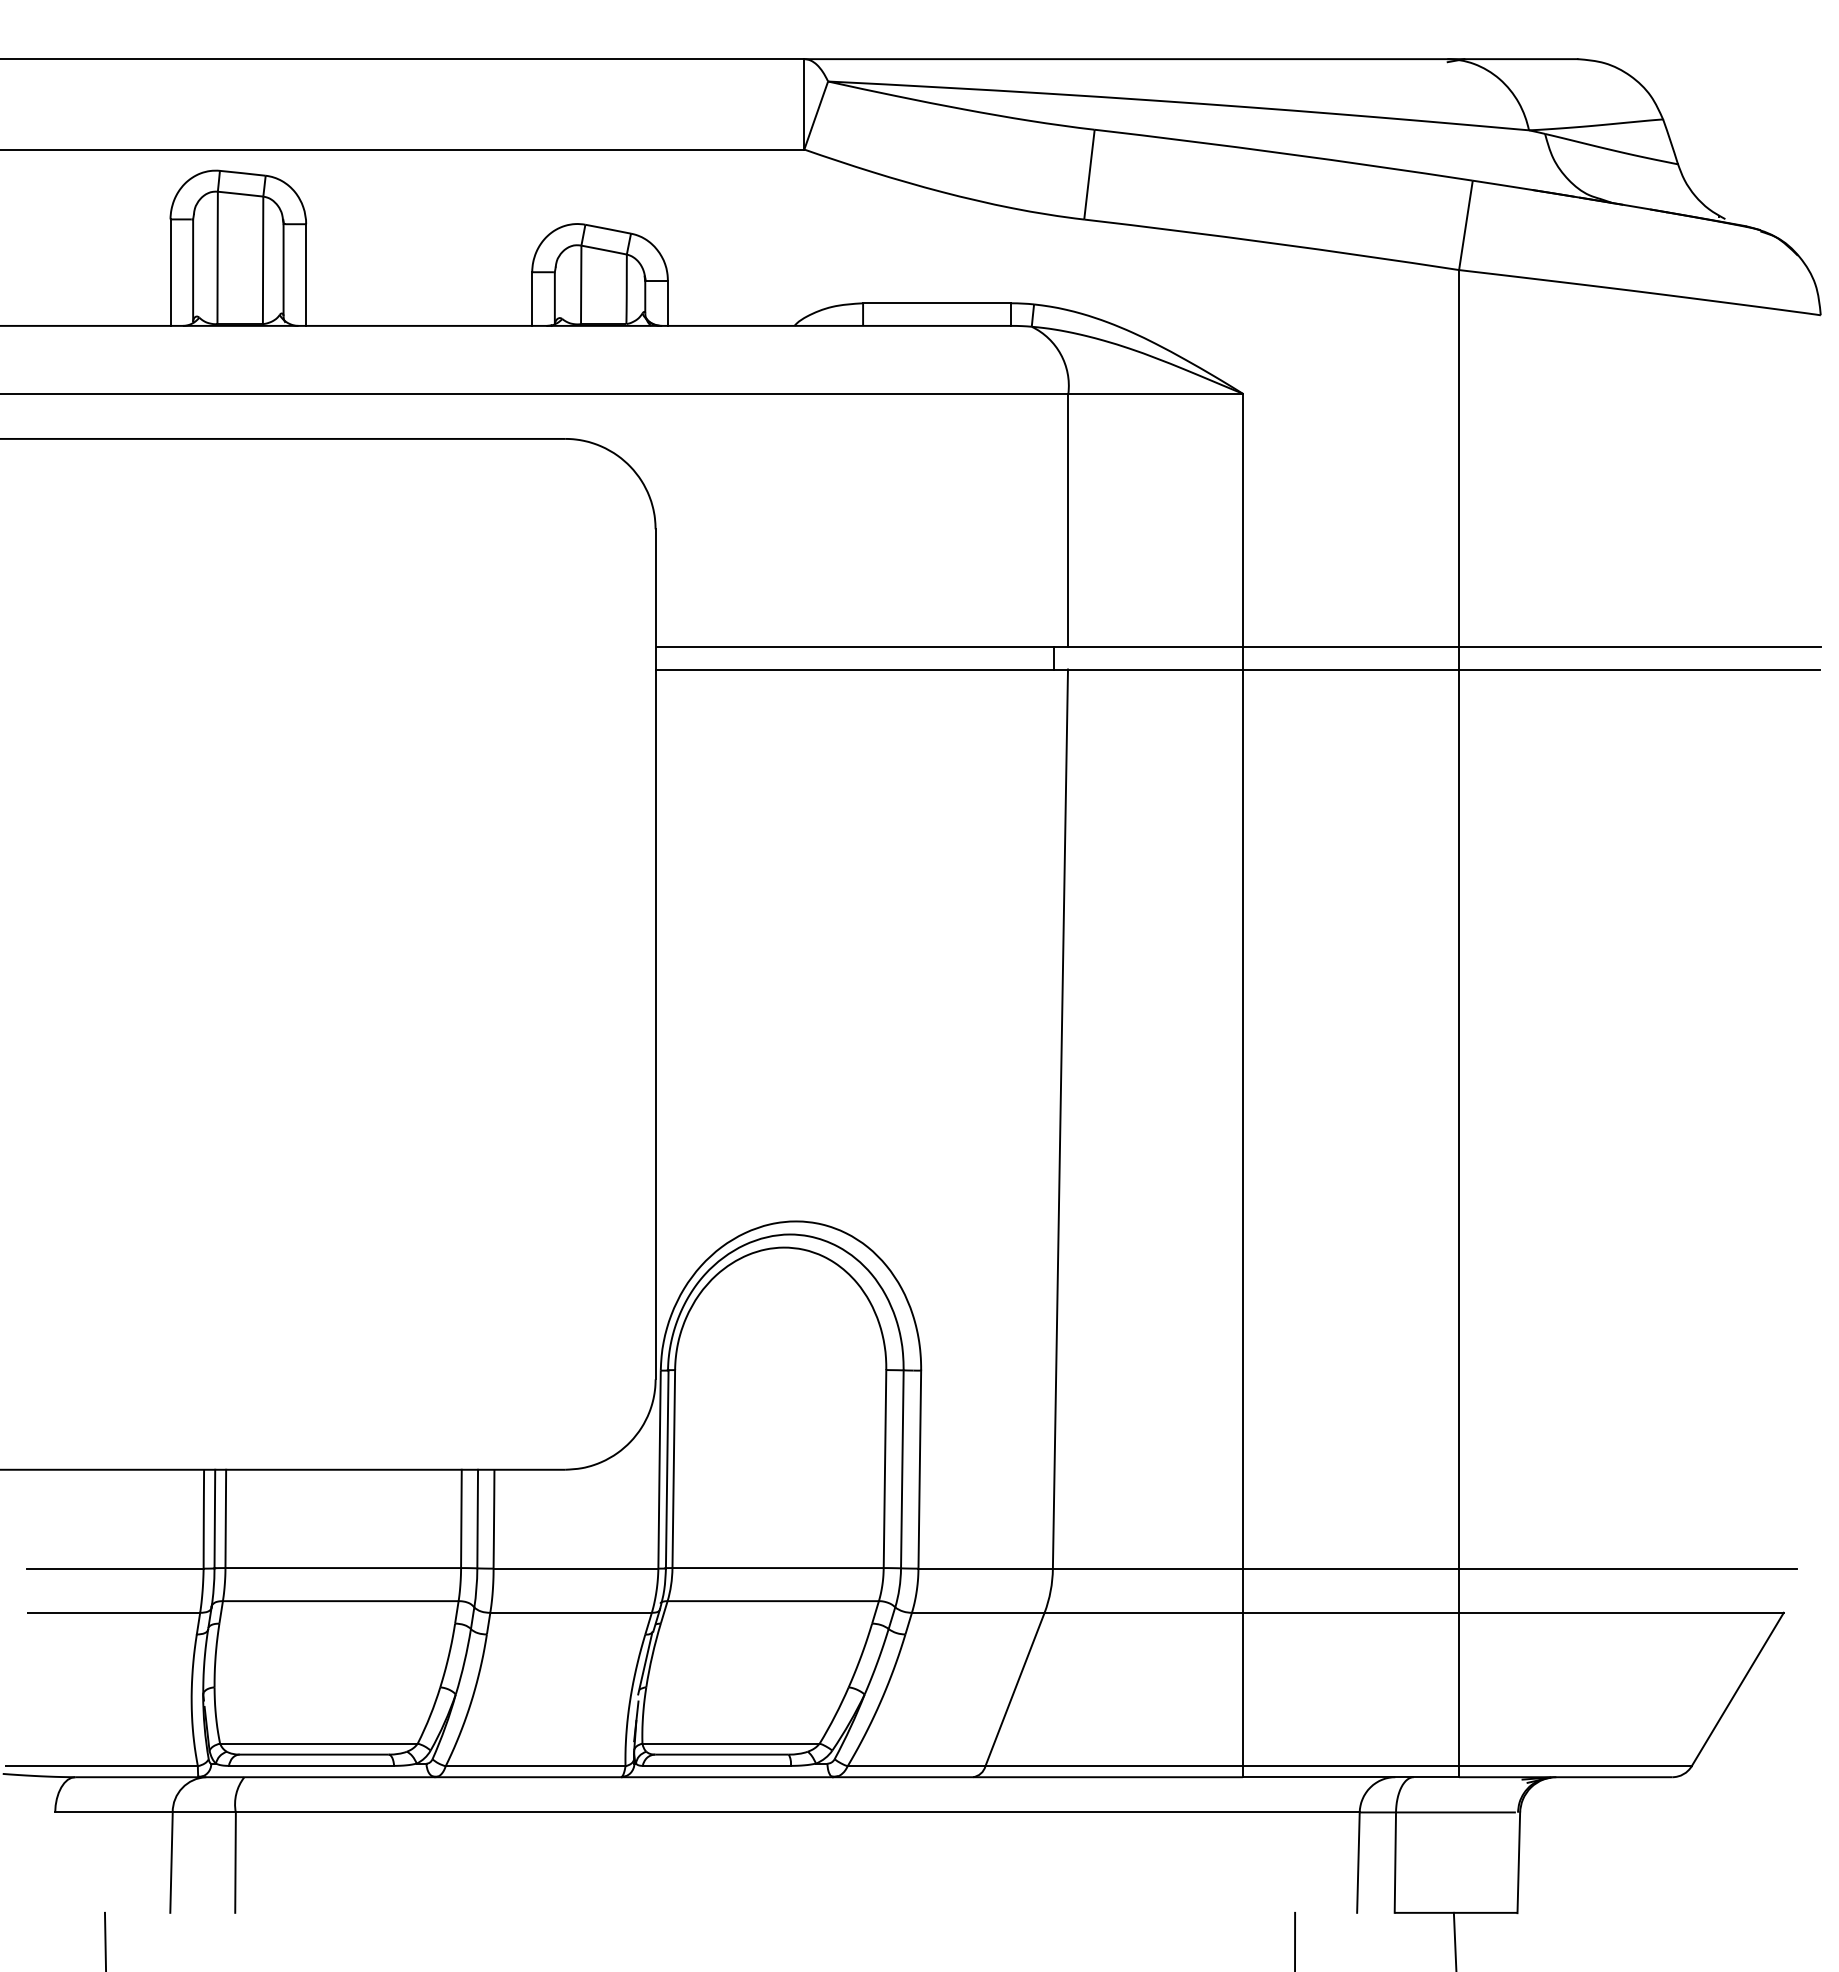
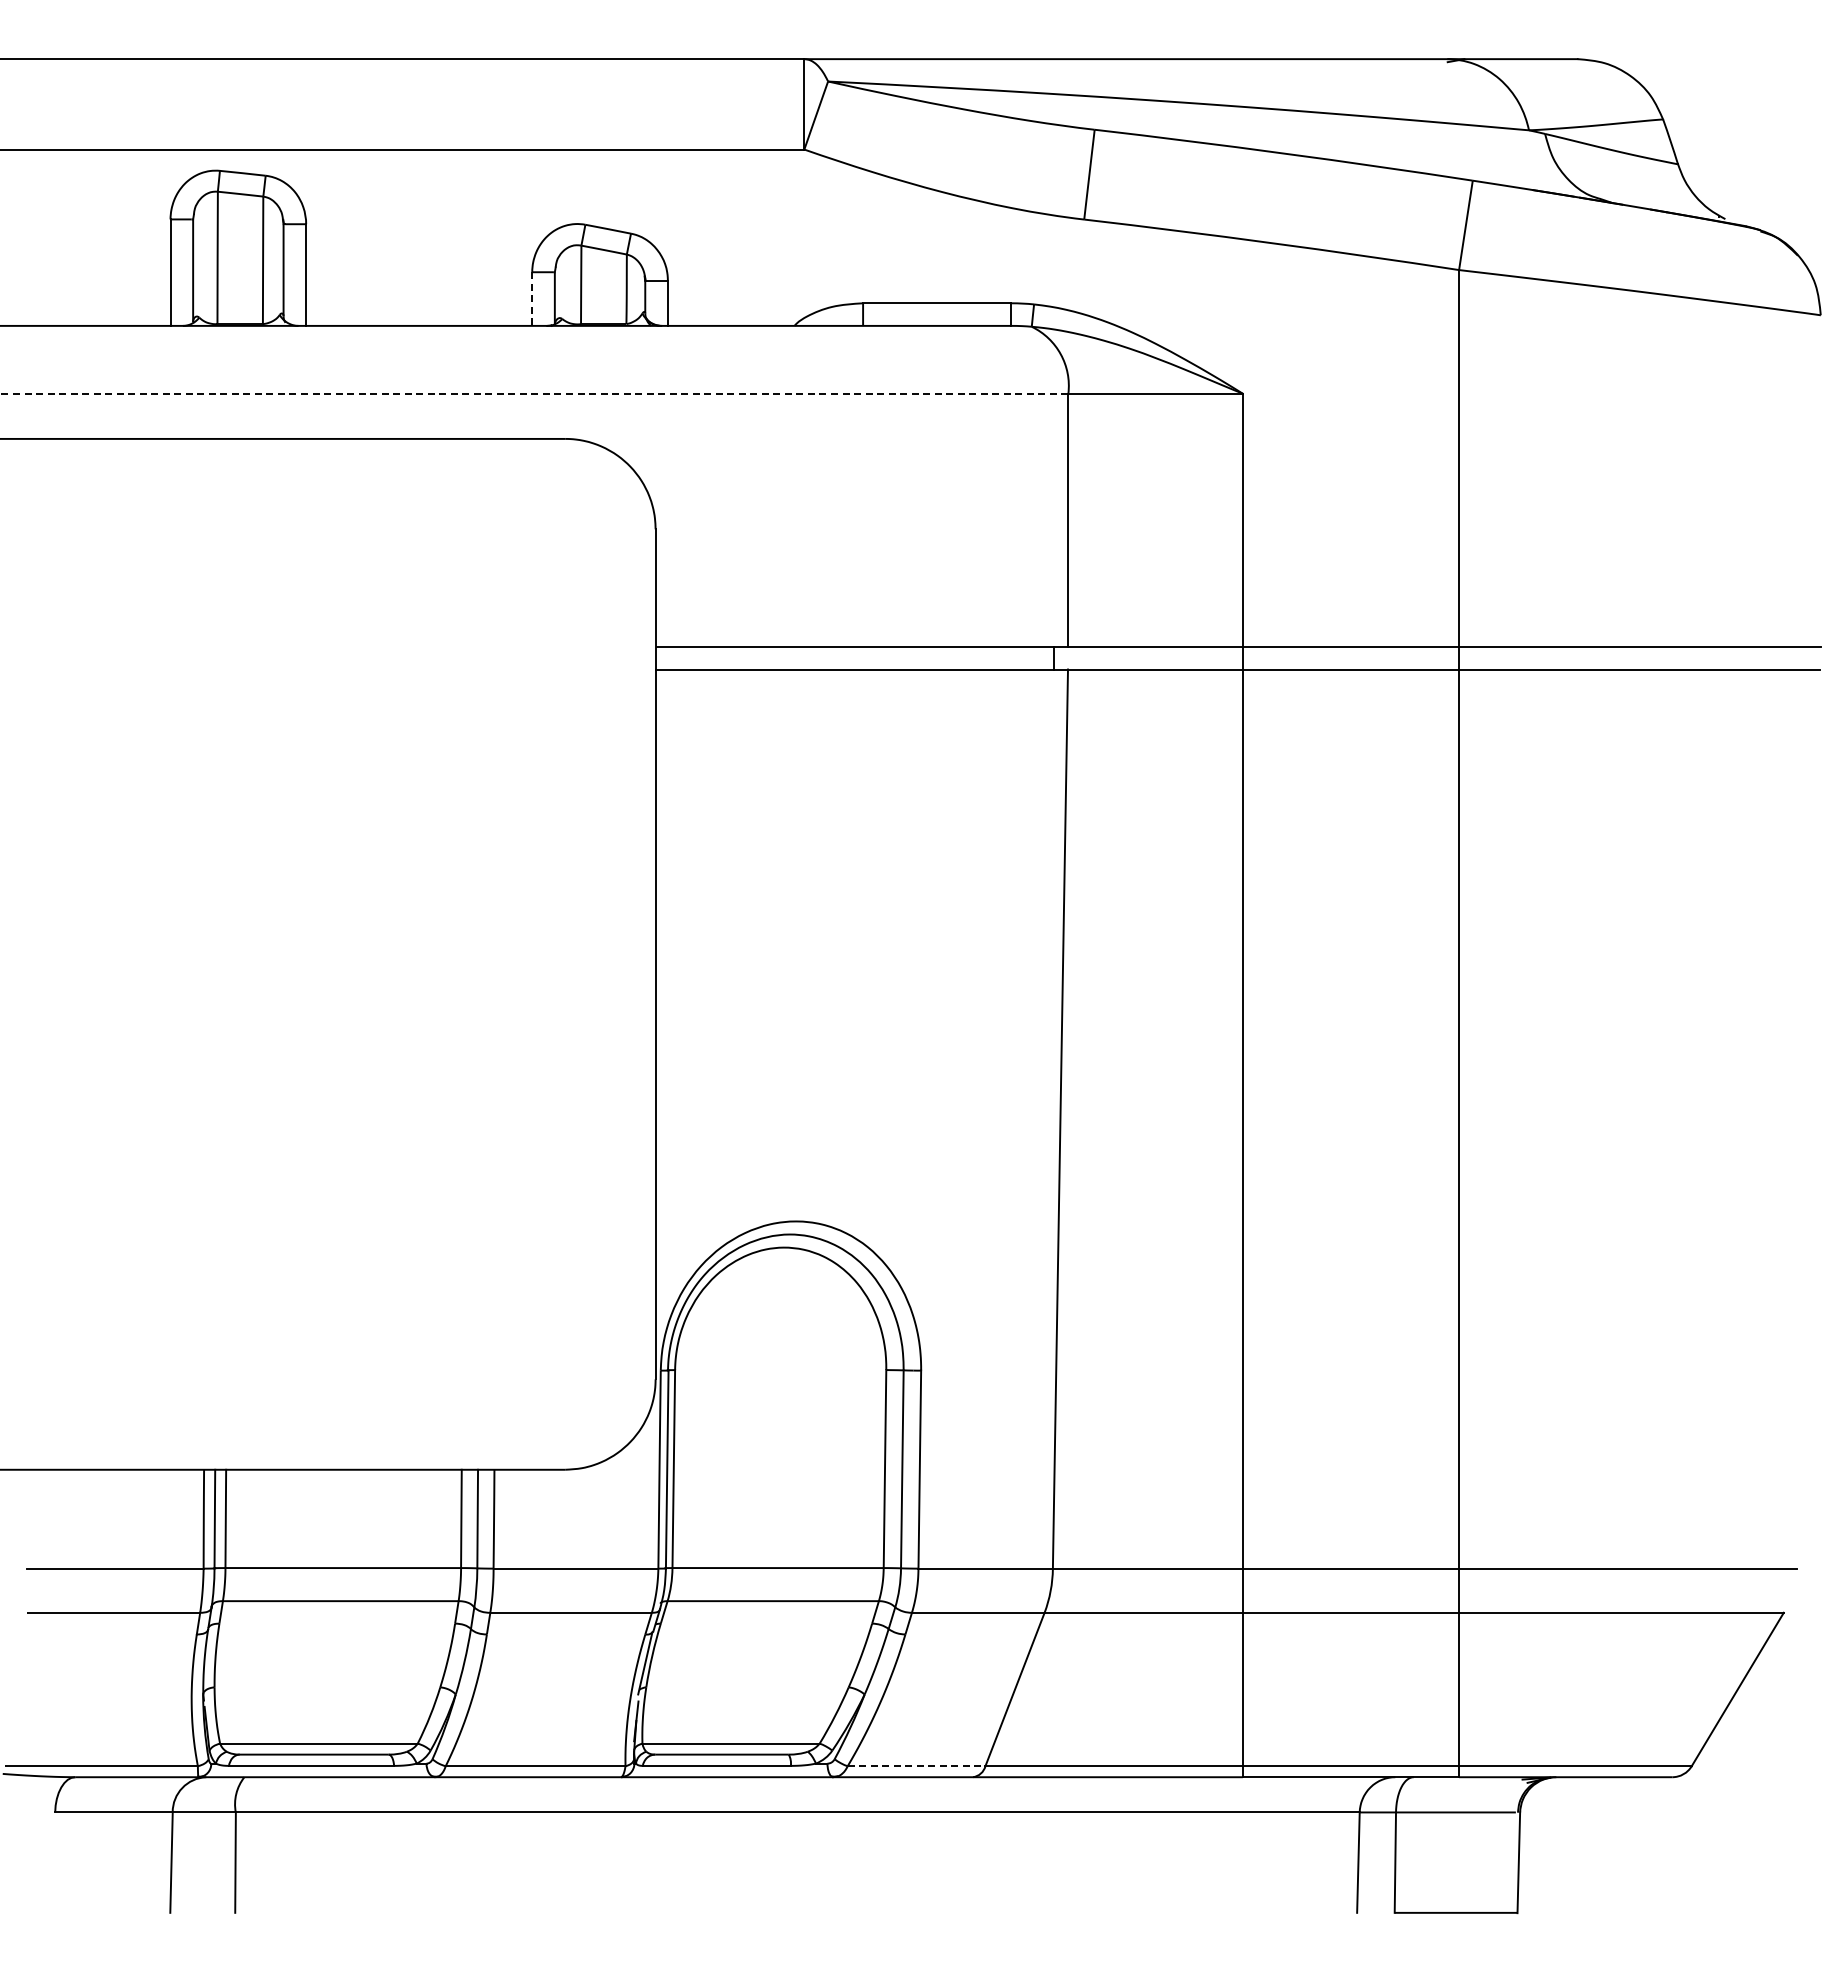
line at (532, 299): solid -> dashed
line at (534, 393): solid -> dashed
line at (916, 1766): solid -> dashed
line at (105, 1940): present -> none
line at (1295, 1940): present -> none
line at (1454, 1940): present -> none
